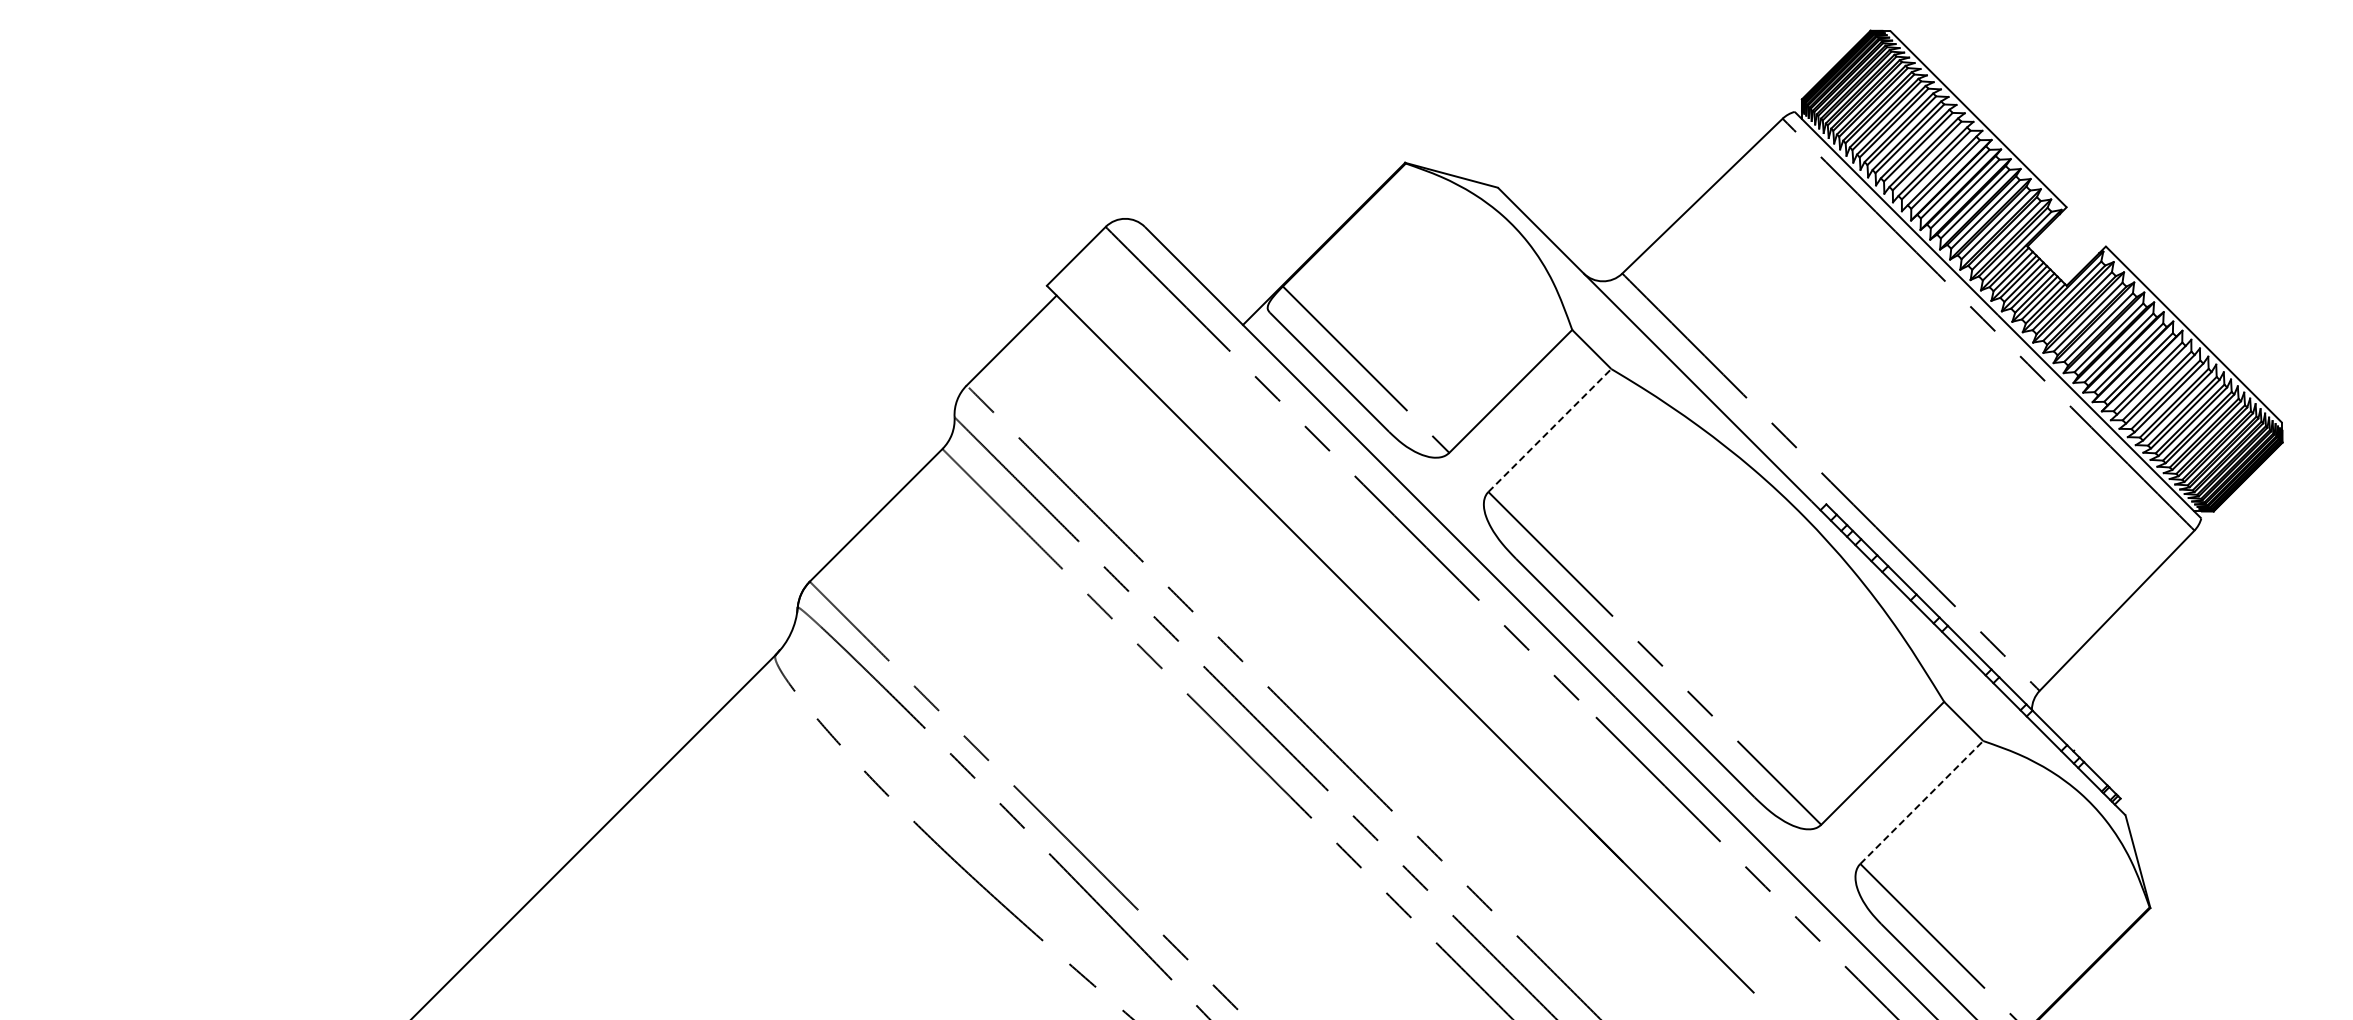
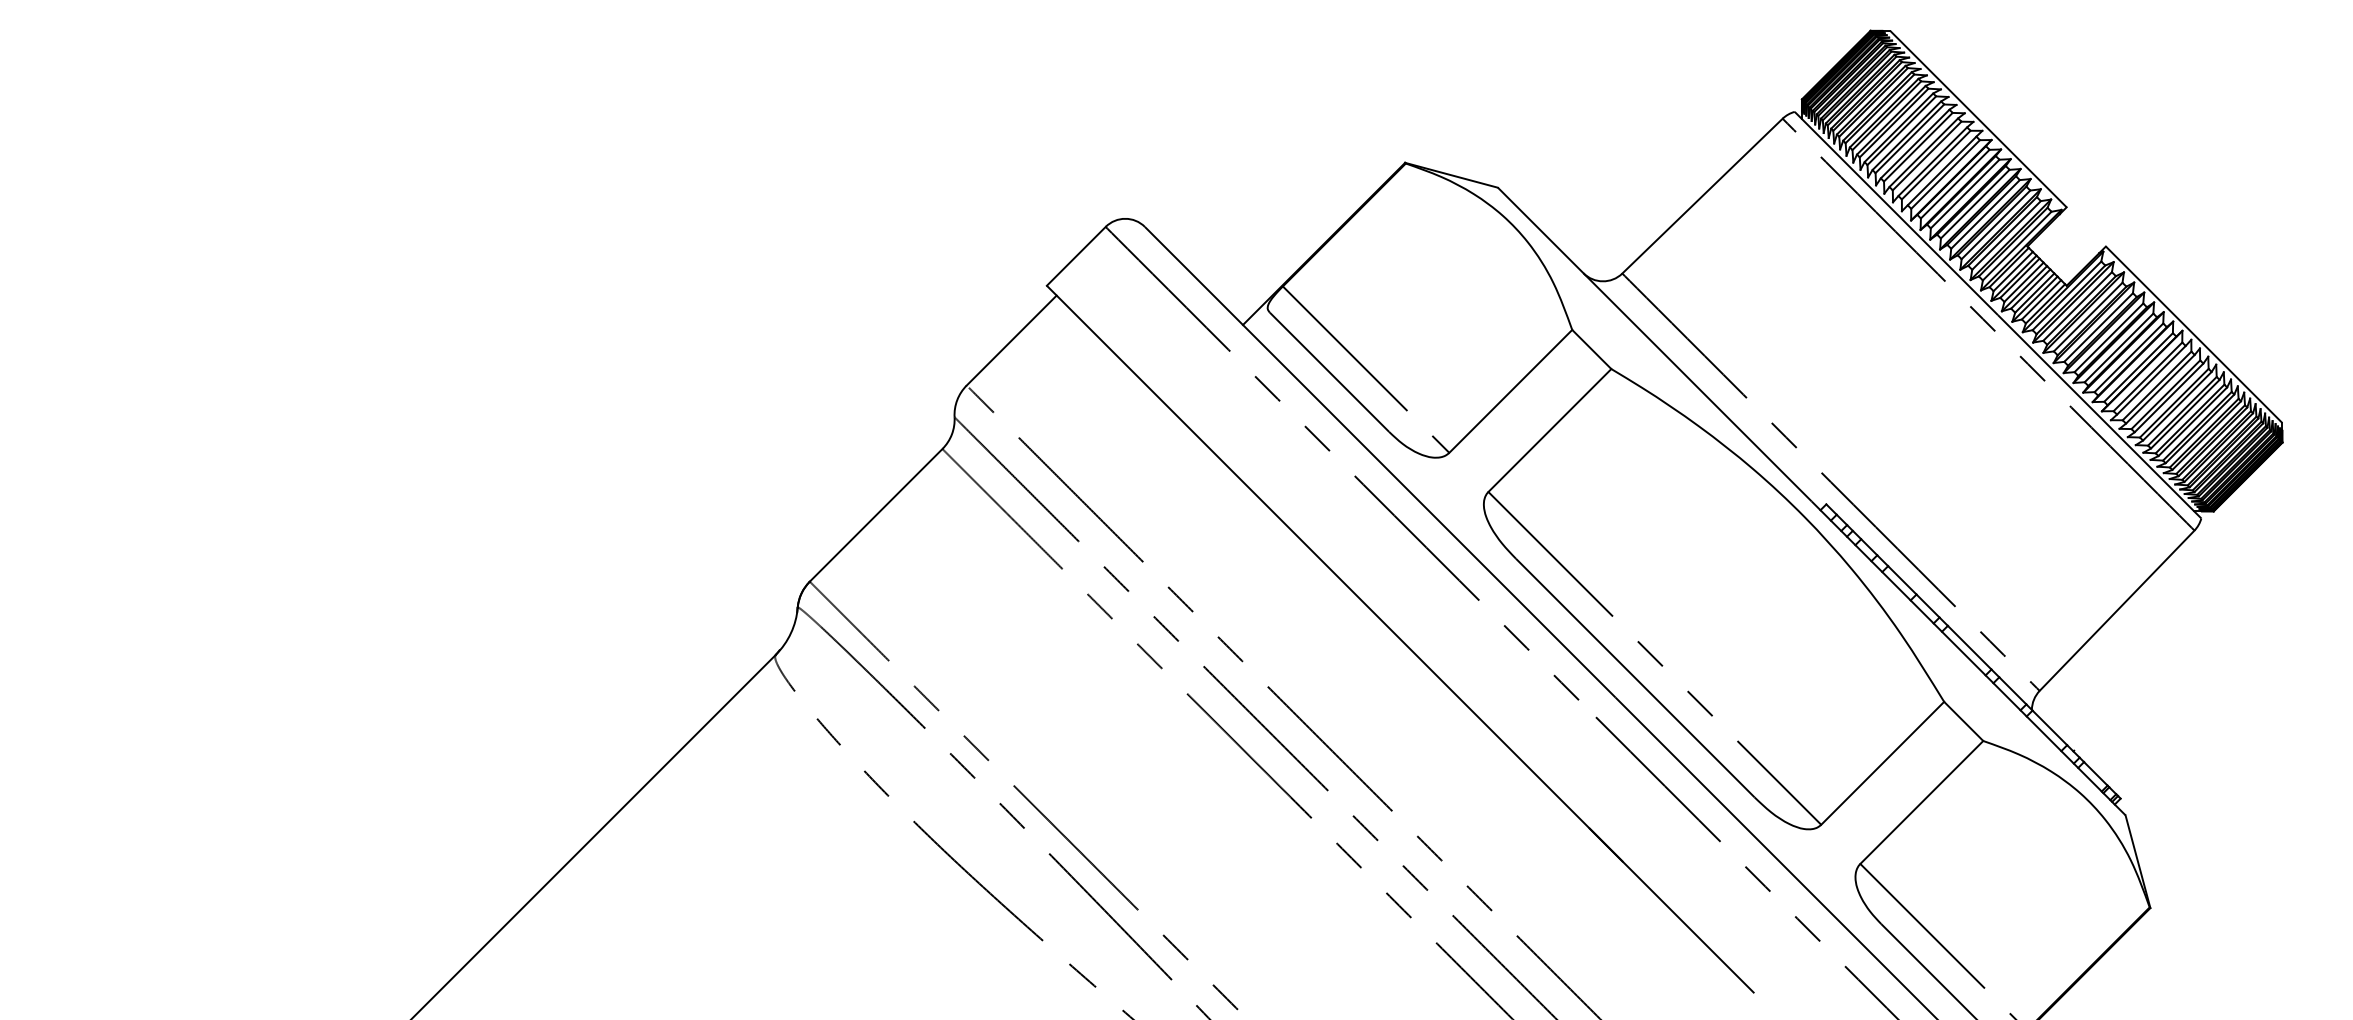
line at (1549, 430): dashed -> solid
line at (1921, 802): dashed -> solid
